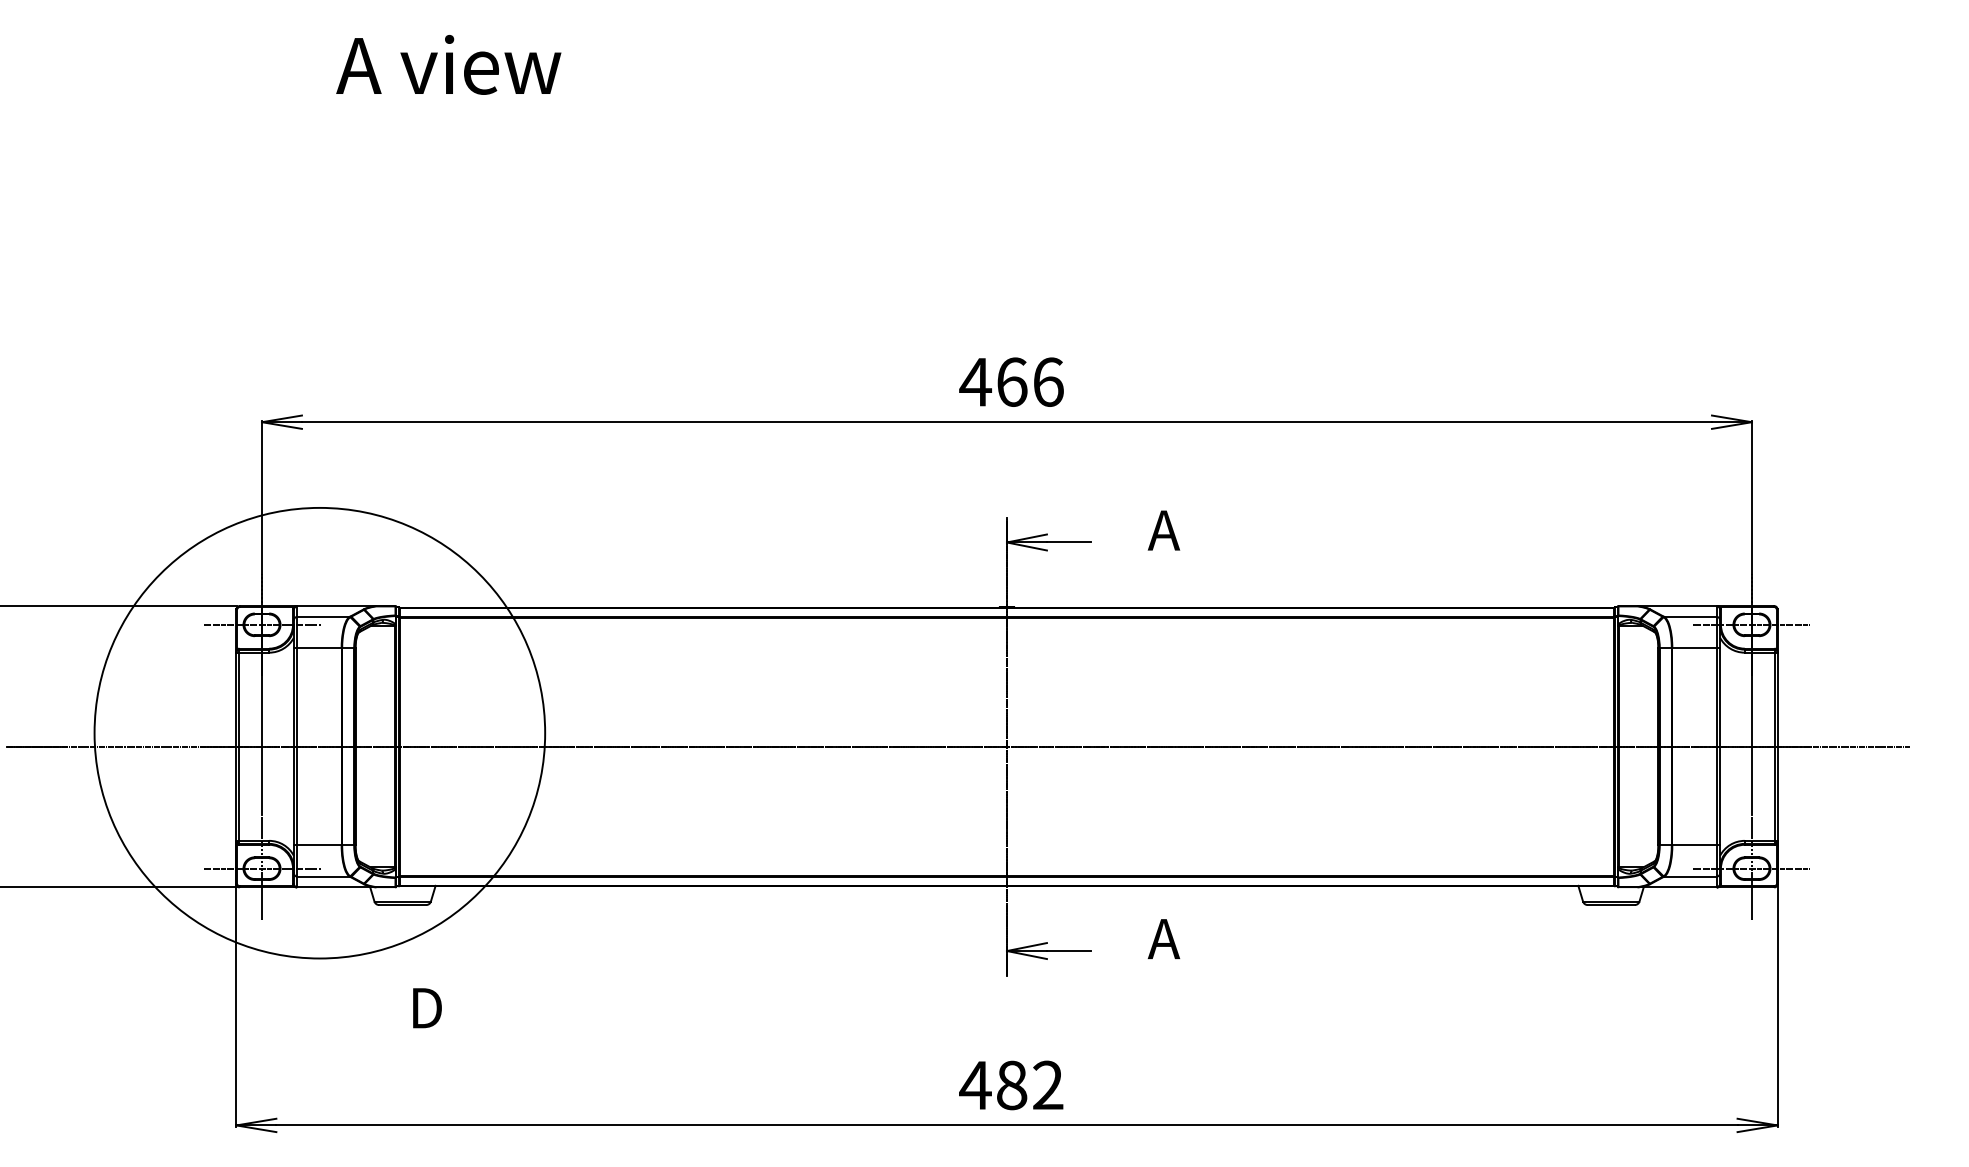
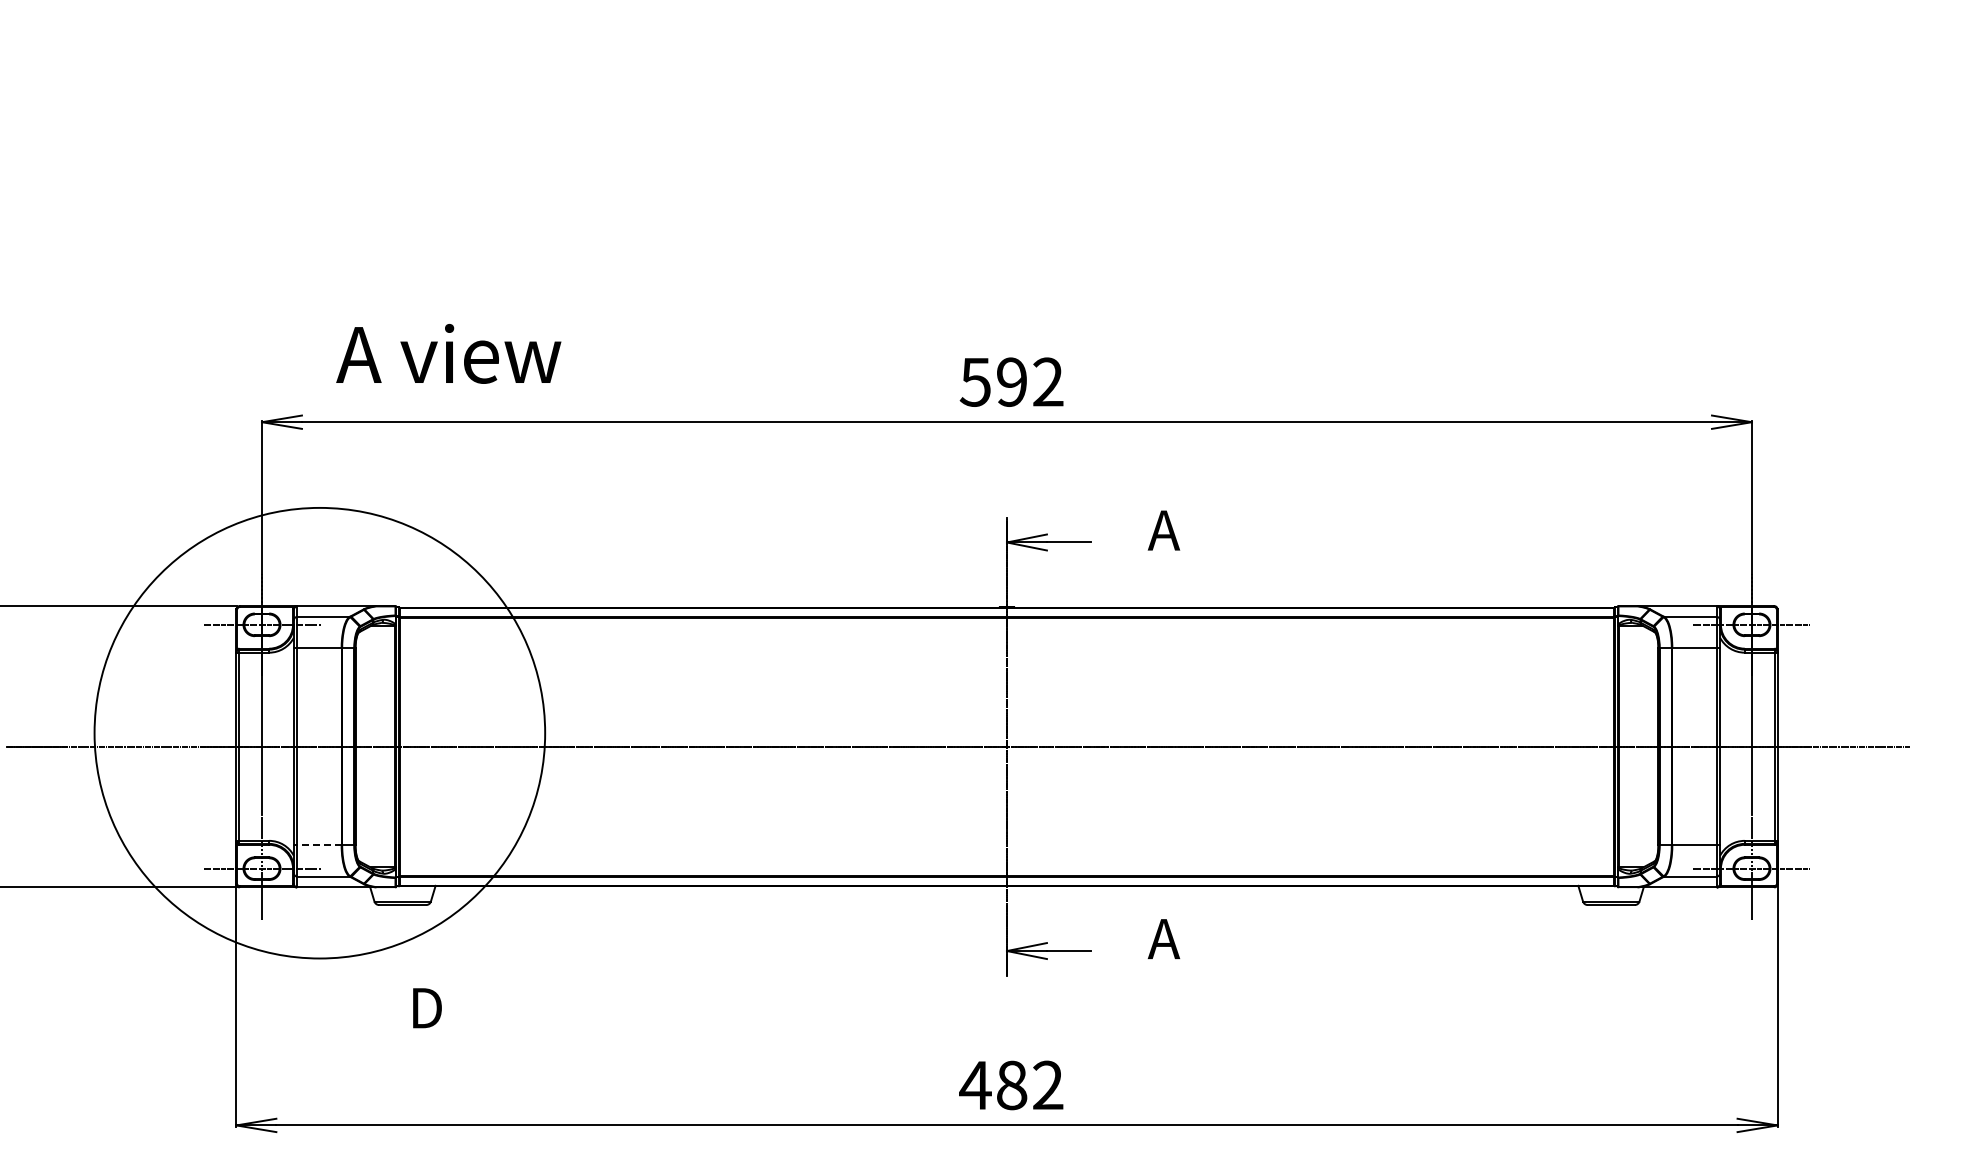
text at (448, 64) position: (448, 64) -> (448, 353)
text at (1011, 381): 466 -> 592
line at (318, 845): solid -> dashed
